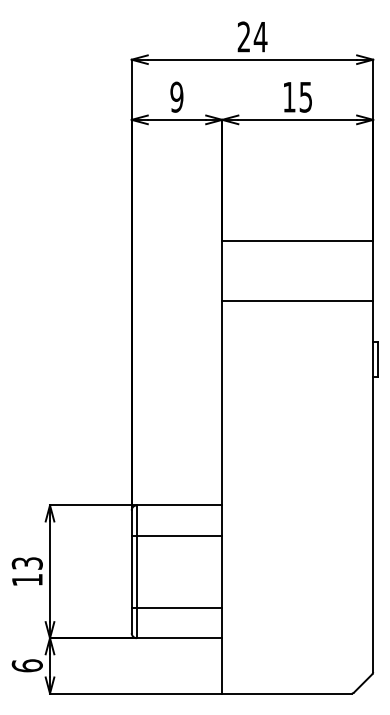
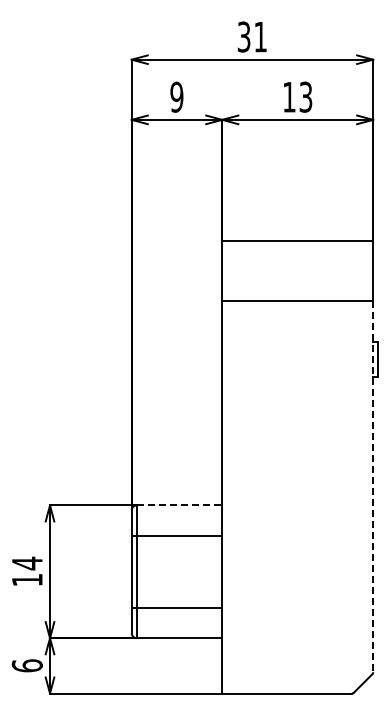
text at (252, 36): 24 -> 31
text at (306, 96): 15 -> 13
line at (373, 486): solid -> dashed
line at (179, 505): solid -> dashed
text at (26, 563): 13 -> 14
